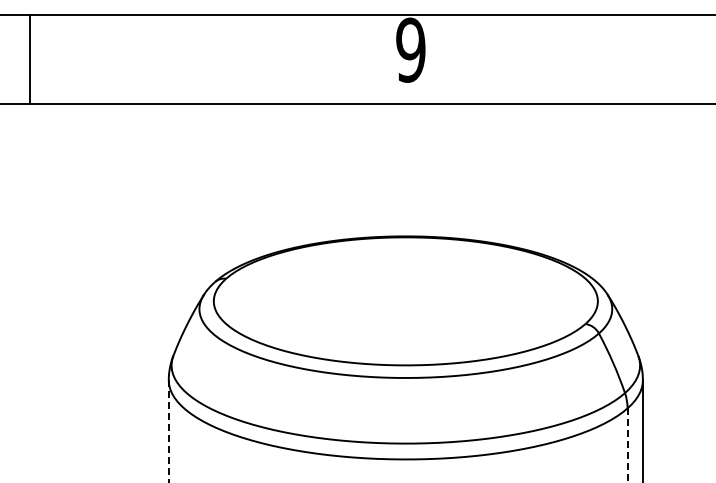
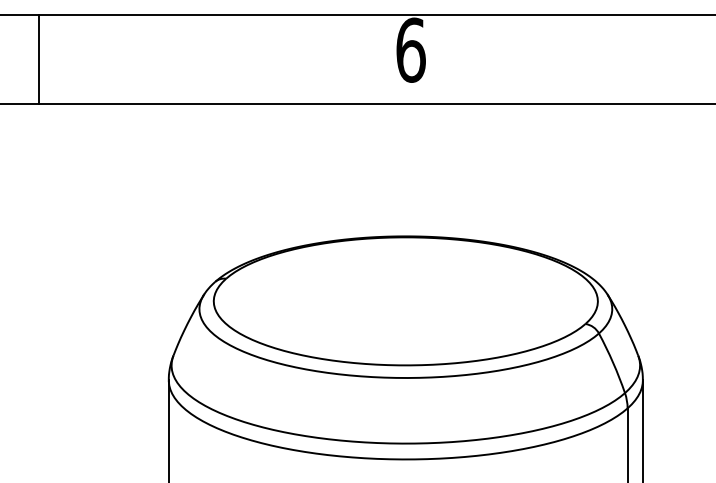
text at (410, 49): 9 -> 6
line at (29, 59) position: (29, 59) -> (38, 59)
line at (168, 431): dashed -> solid
line at (627, 446): dashed -> solid
